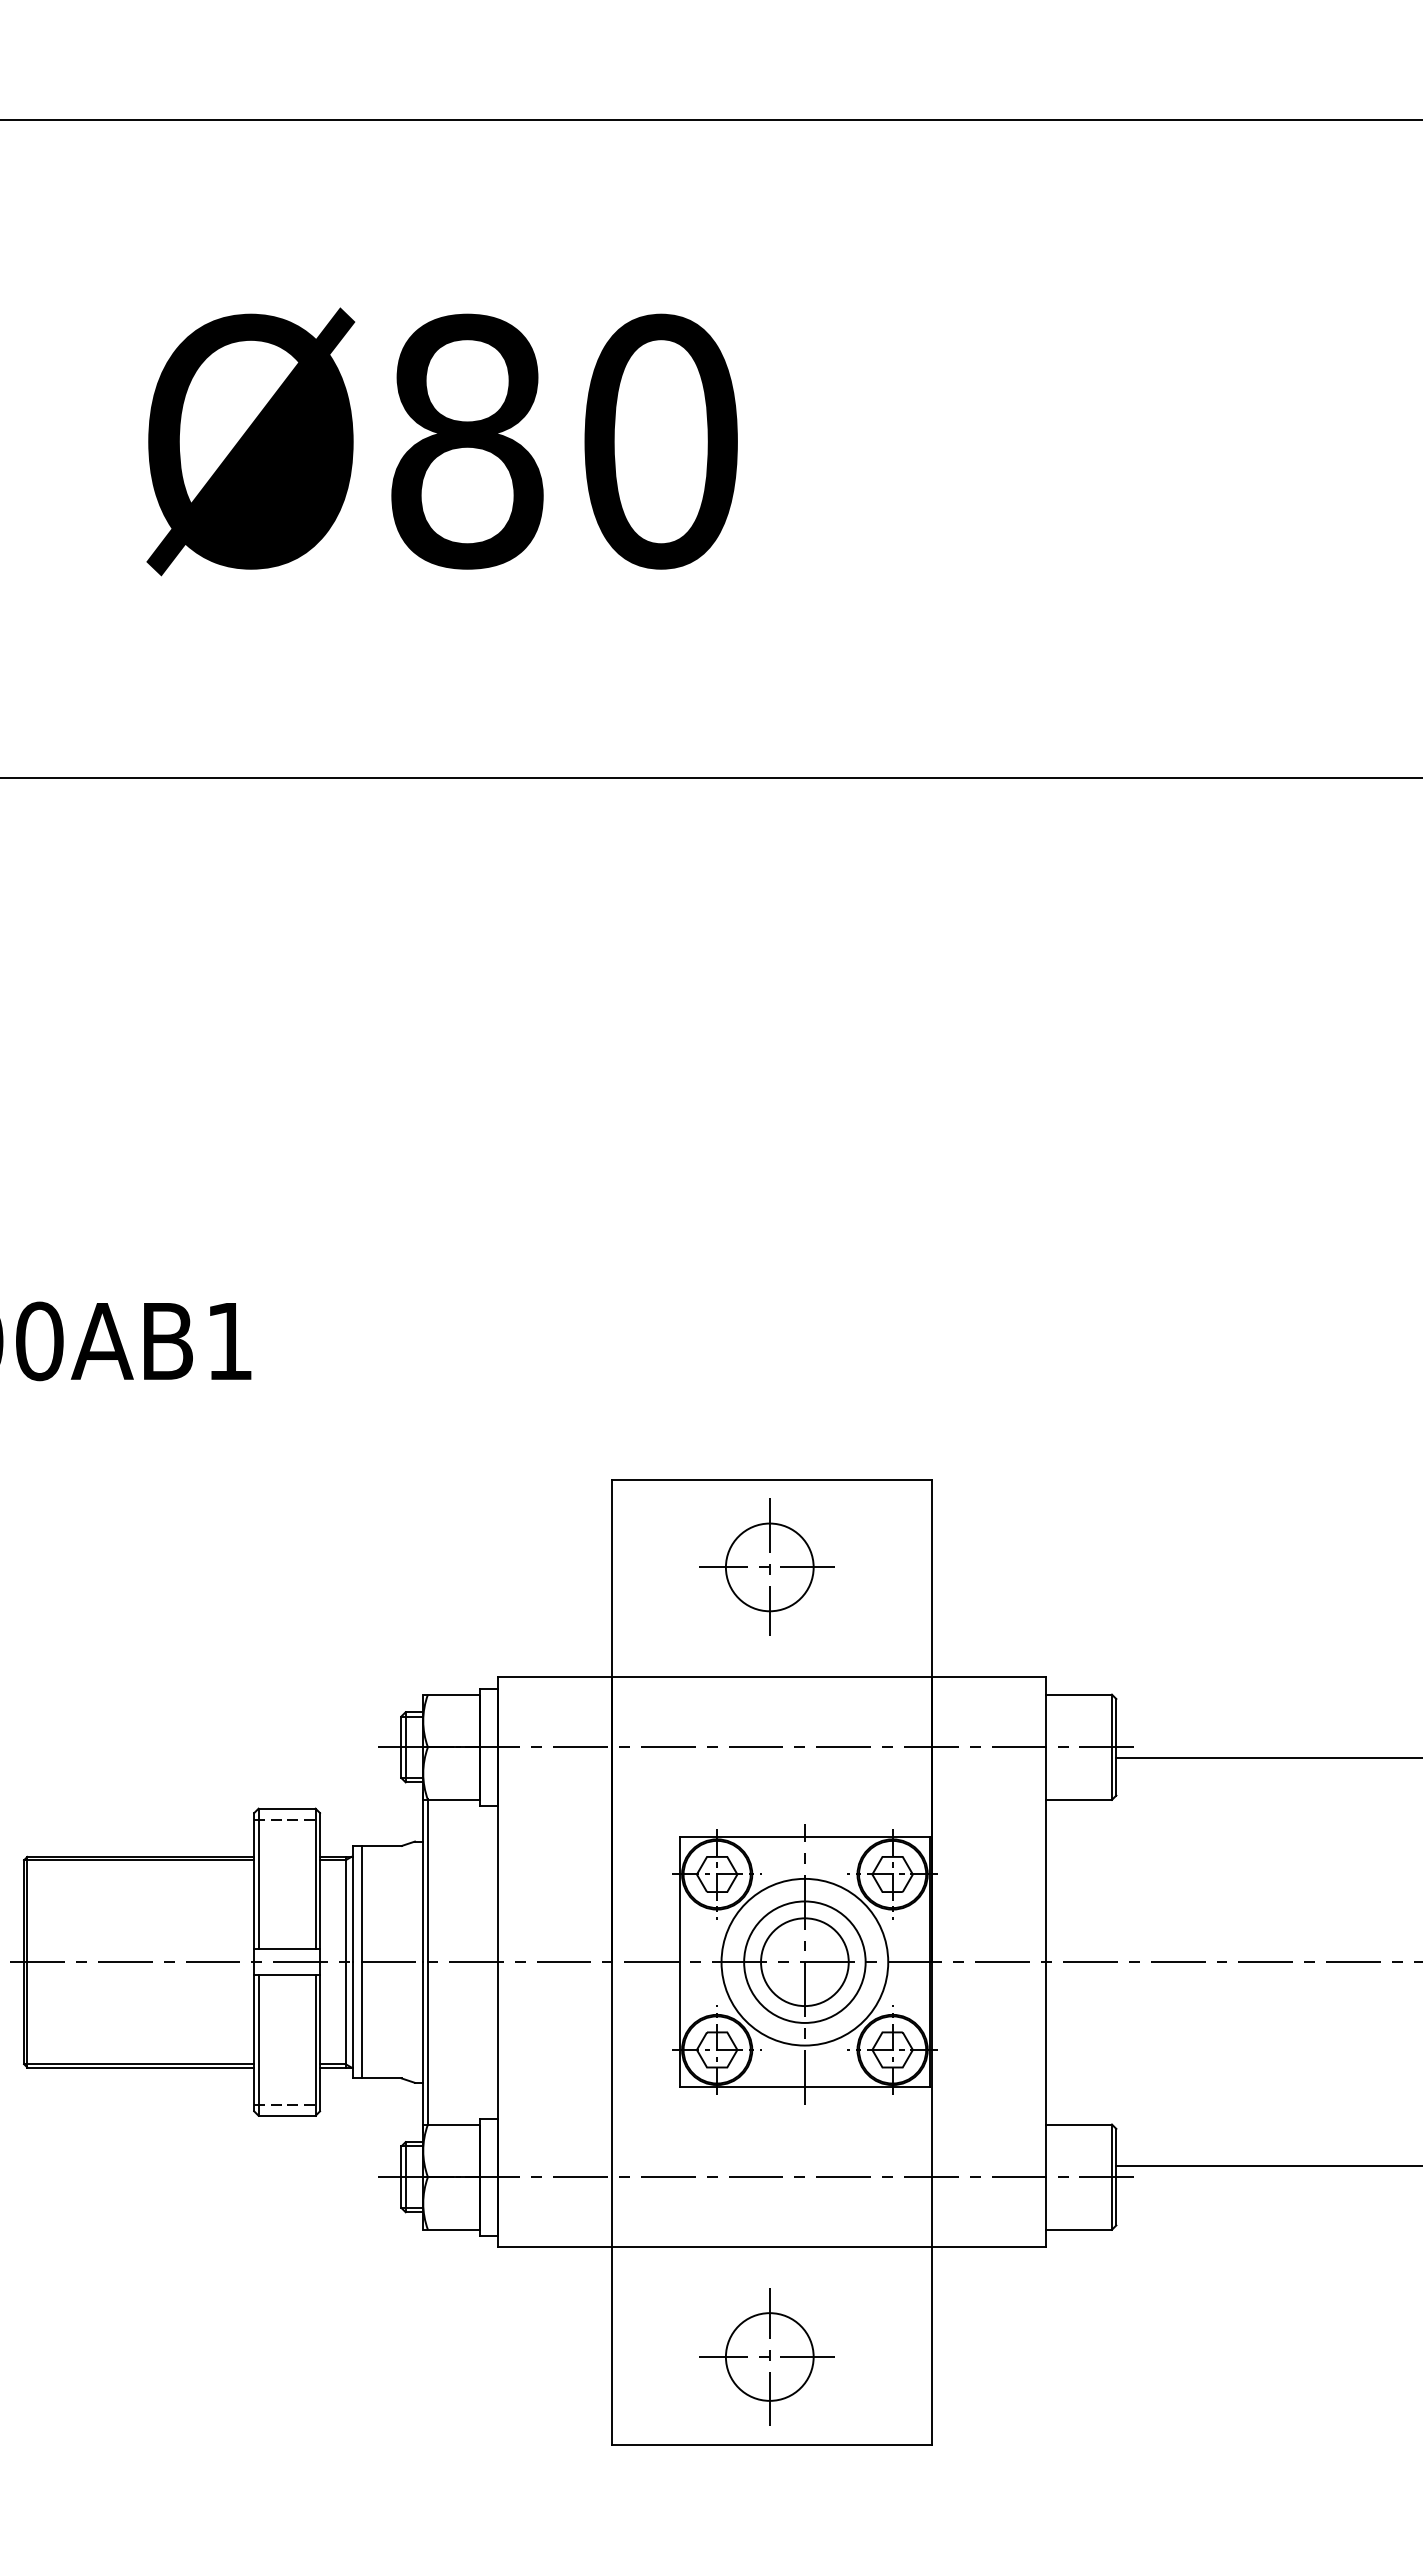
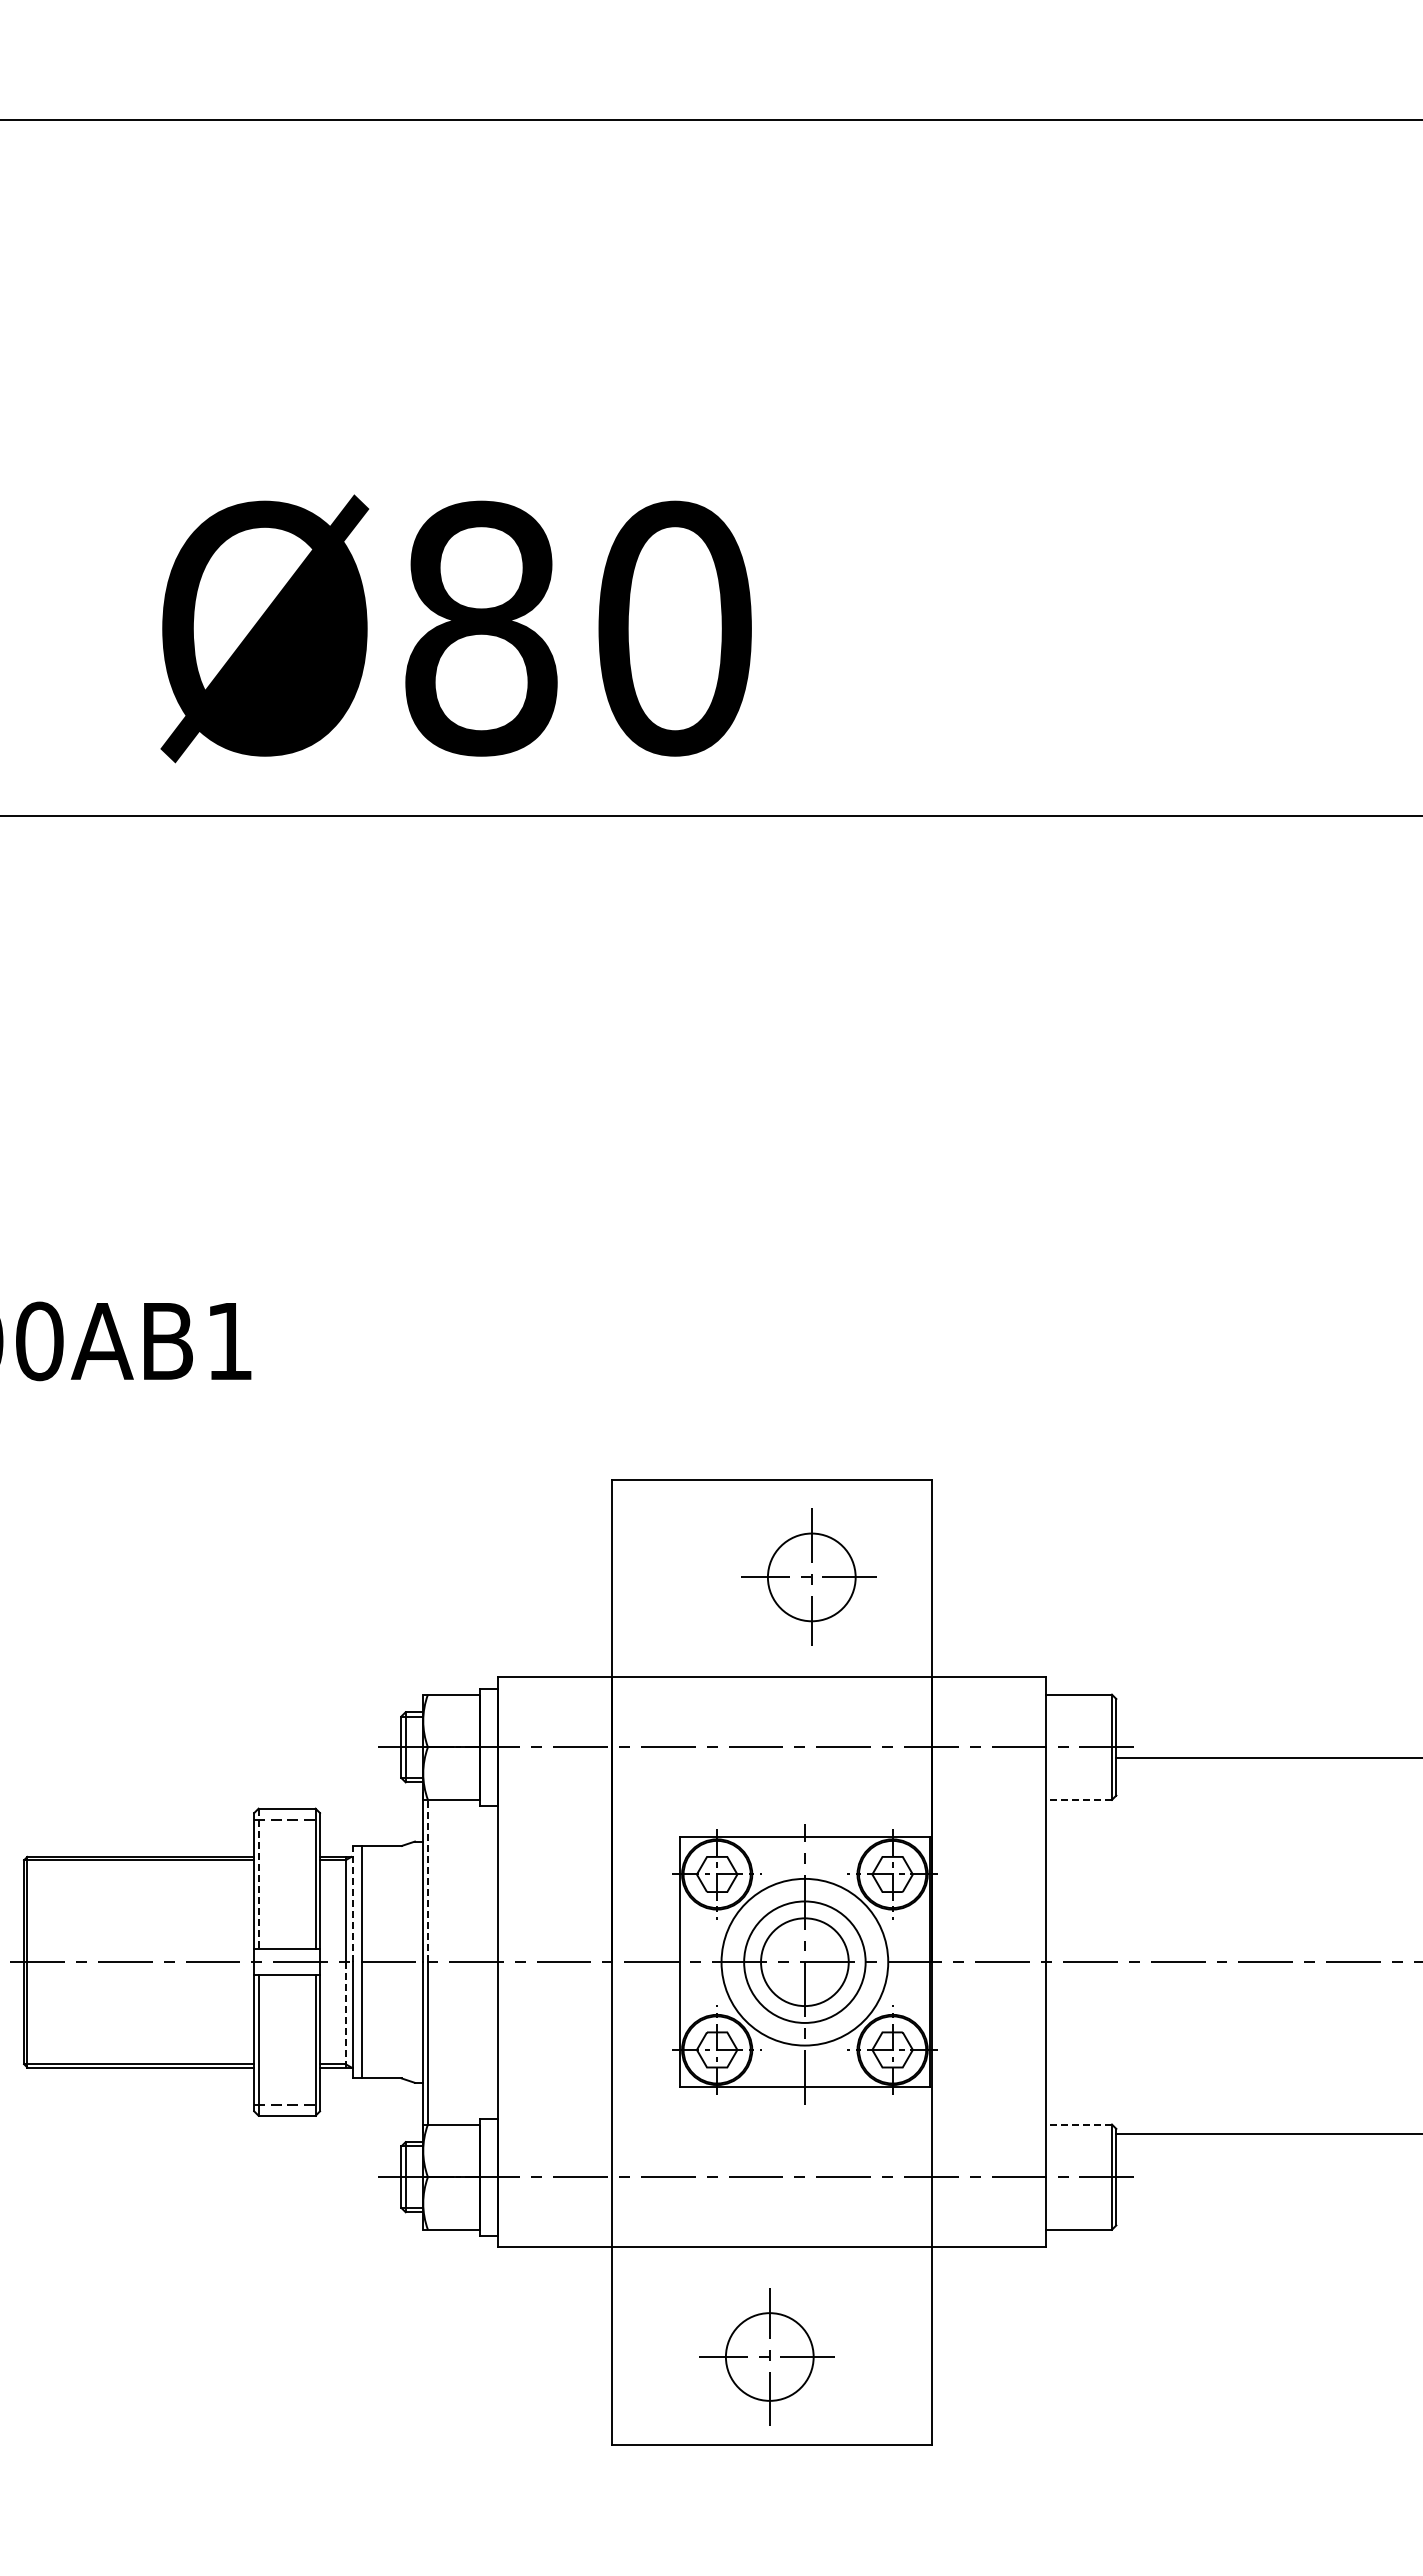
text at (441, 441) position: (441, 441) -> (455, 628)
line at (710, 778) position: (710, 778) -> (710, 816)
part at (766, 1566) position: (766, 1566) -> (808, 1576)
line at (1079, 1799): solid -> dashed
line at (258, 1879): solid -> dashed
line at (427, 1880): solid -> dashed
line at (353, 1903): solid -> dashed
line at (345, 2014): solid -> dashed
line at (1079, 2124): solid -> dashed
line at (1267, 2166) position: (1267, 2166) -> (1267, 2134)
